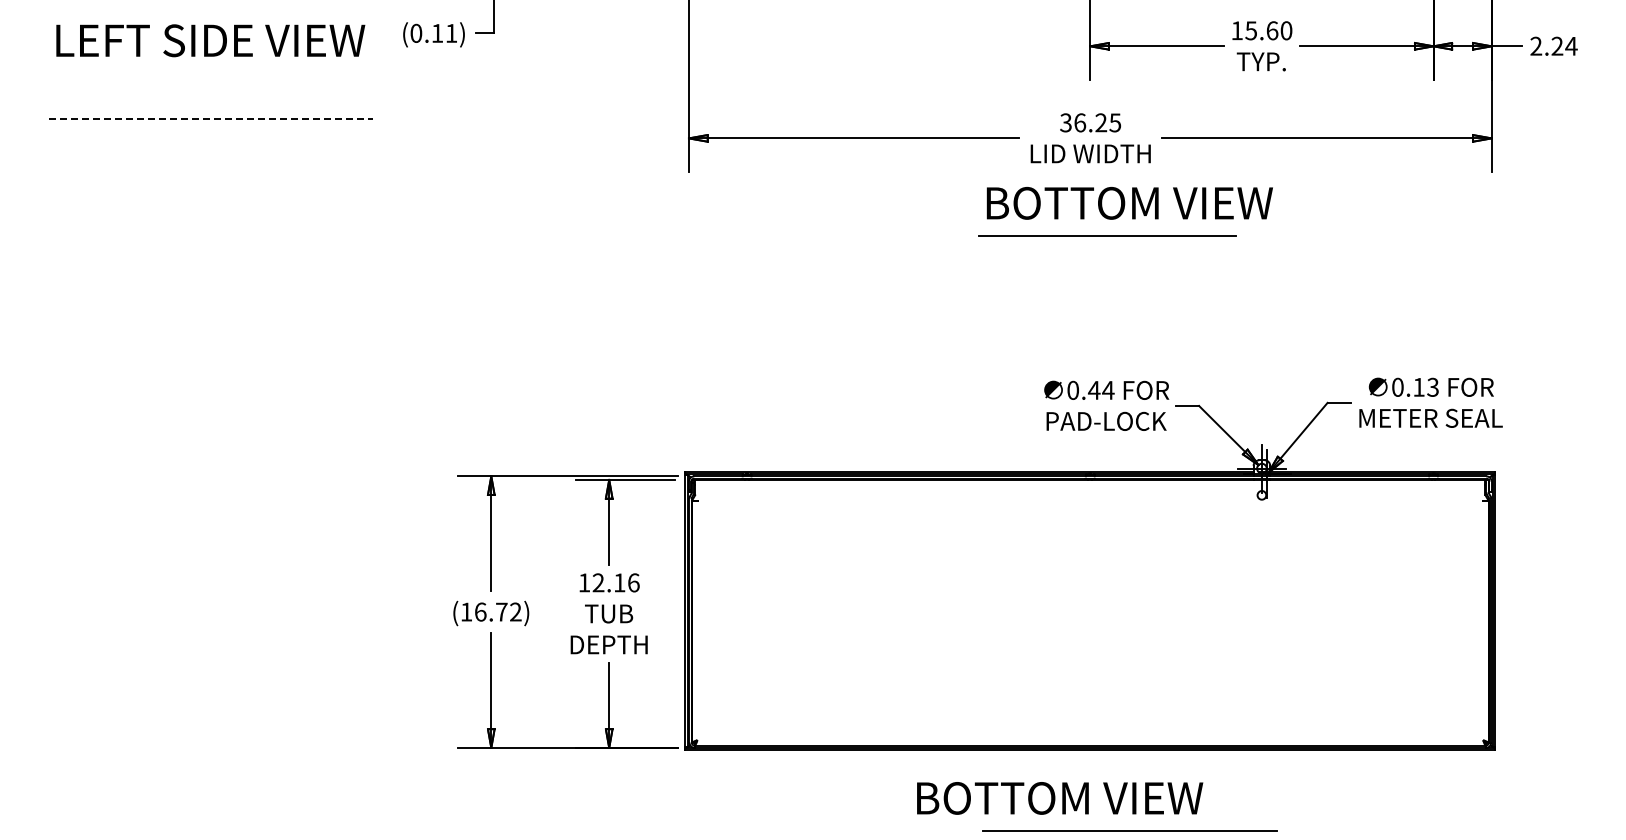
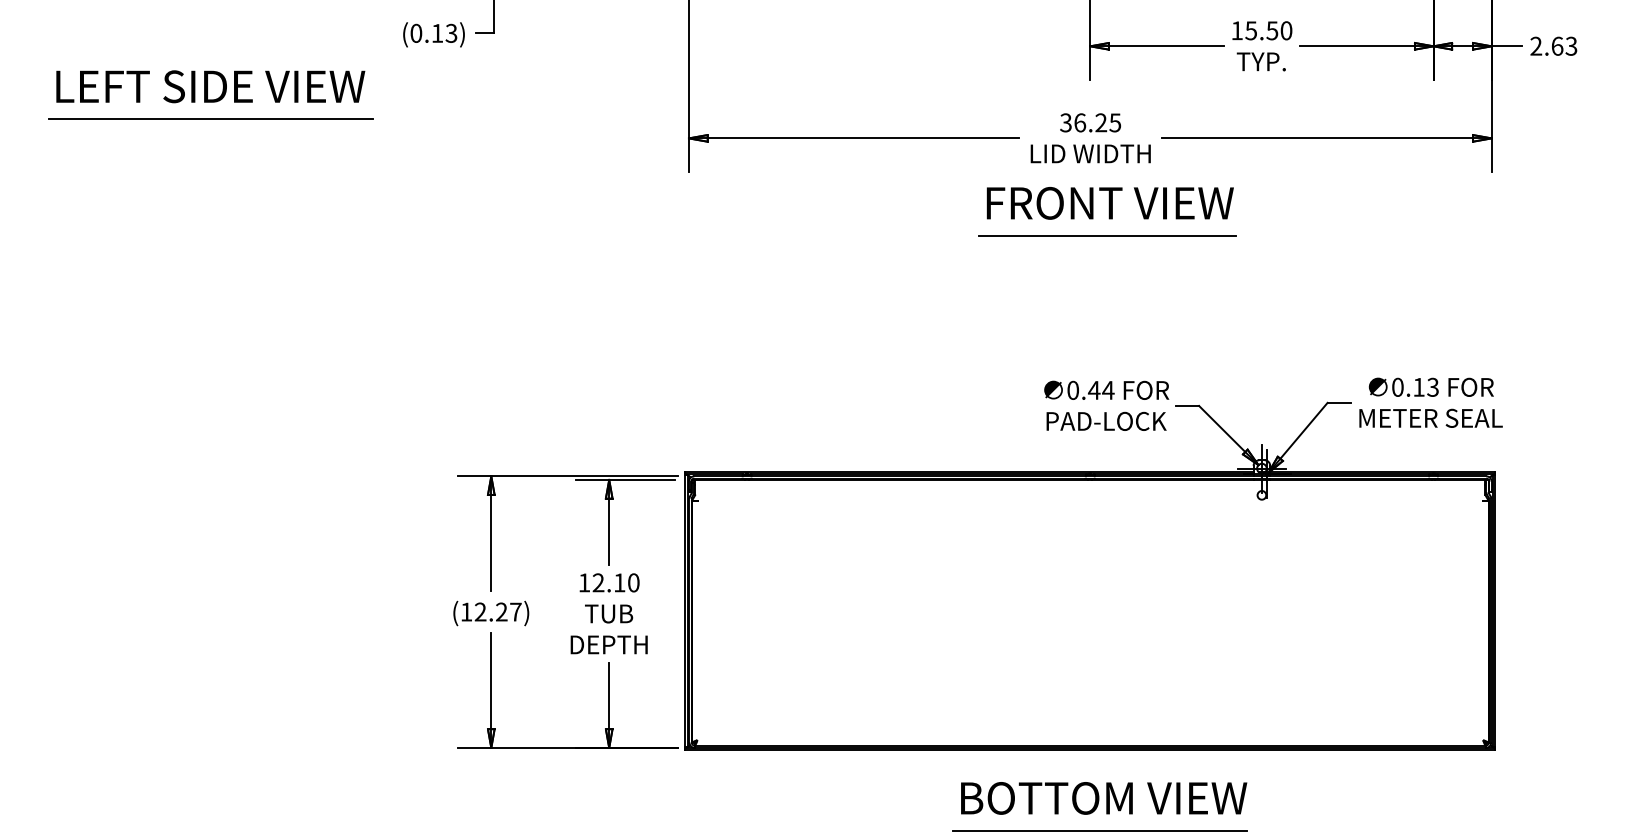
text at (1272, 30): 15.60 -> 15.50
text at (451, 32): (0.11) -> (0.13)
text at (210, 40) position: (210, 40) -> (210, 86)
text at (1564, 45): 2.24 -> 2.63
line at (211, 119): dashed -> solid
text at (1131, 202): BOTTOM VIEW -> FRONT VIEW
text at (633, 582): 12.16 -> 12.10
text at (497, 611): (16.72) -> (12.27)
text at (1060, 798) position: (1060, 798) -> (1104, 798)
line at (1129, 830) position: (1129, 830) -> (1099, 830)
